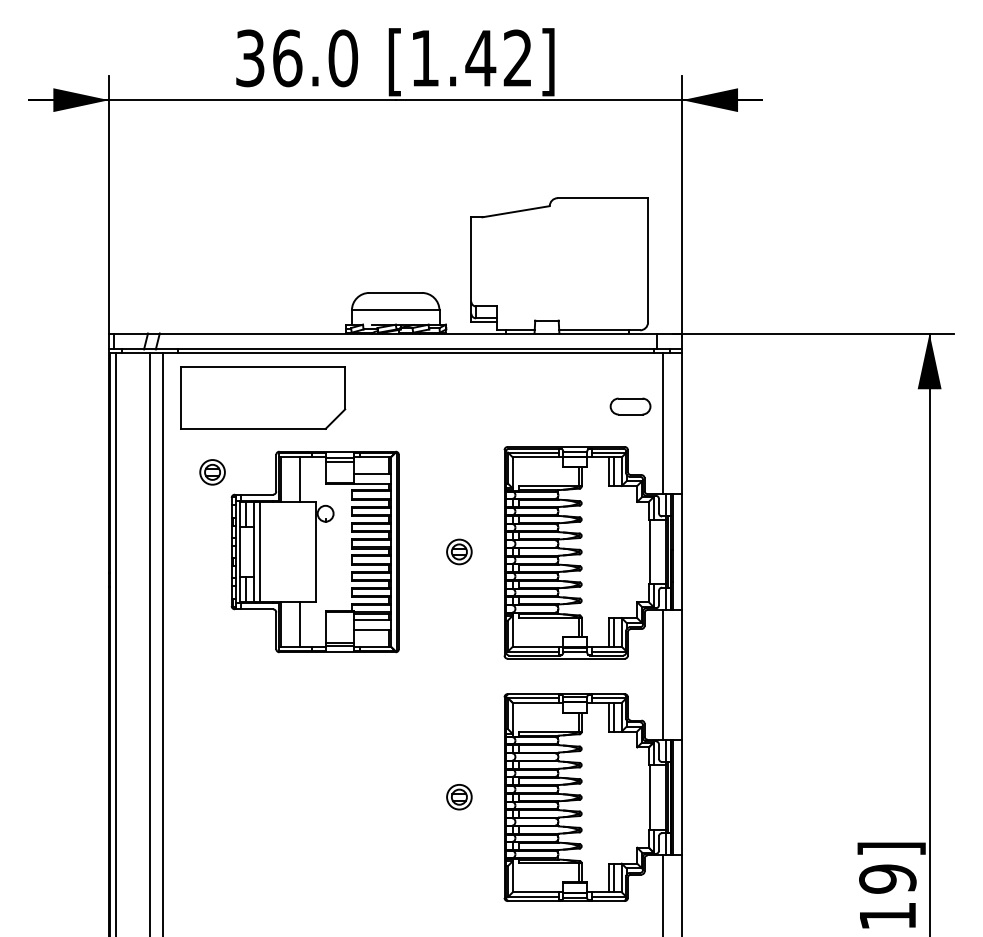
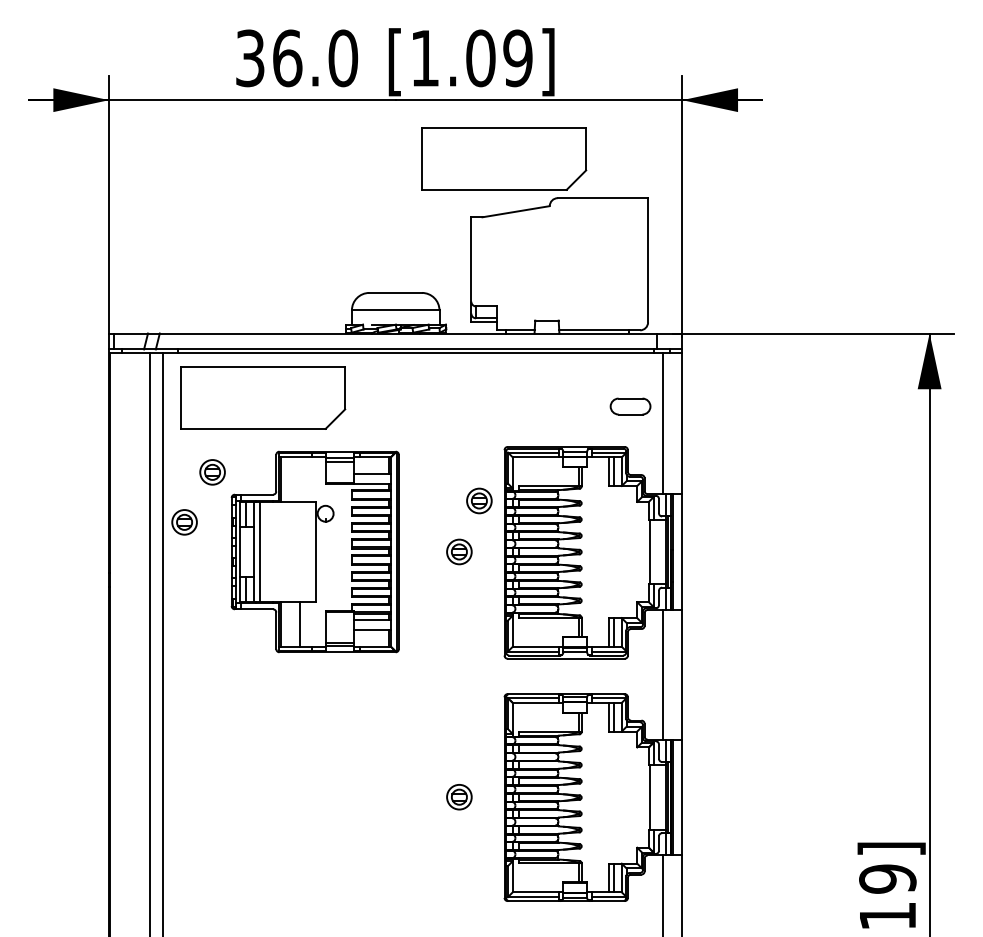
text at (498, 58): [1.42] -> [1.09]
part at (504, 158): none -> present
line at (300, 479): present -> none
part at (479, 500): none -> present
part at (184, 522): none -> present
line at (115, 642): present -> none
